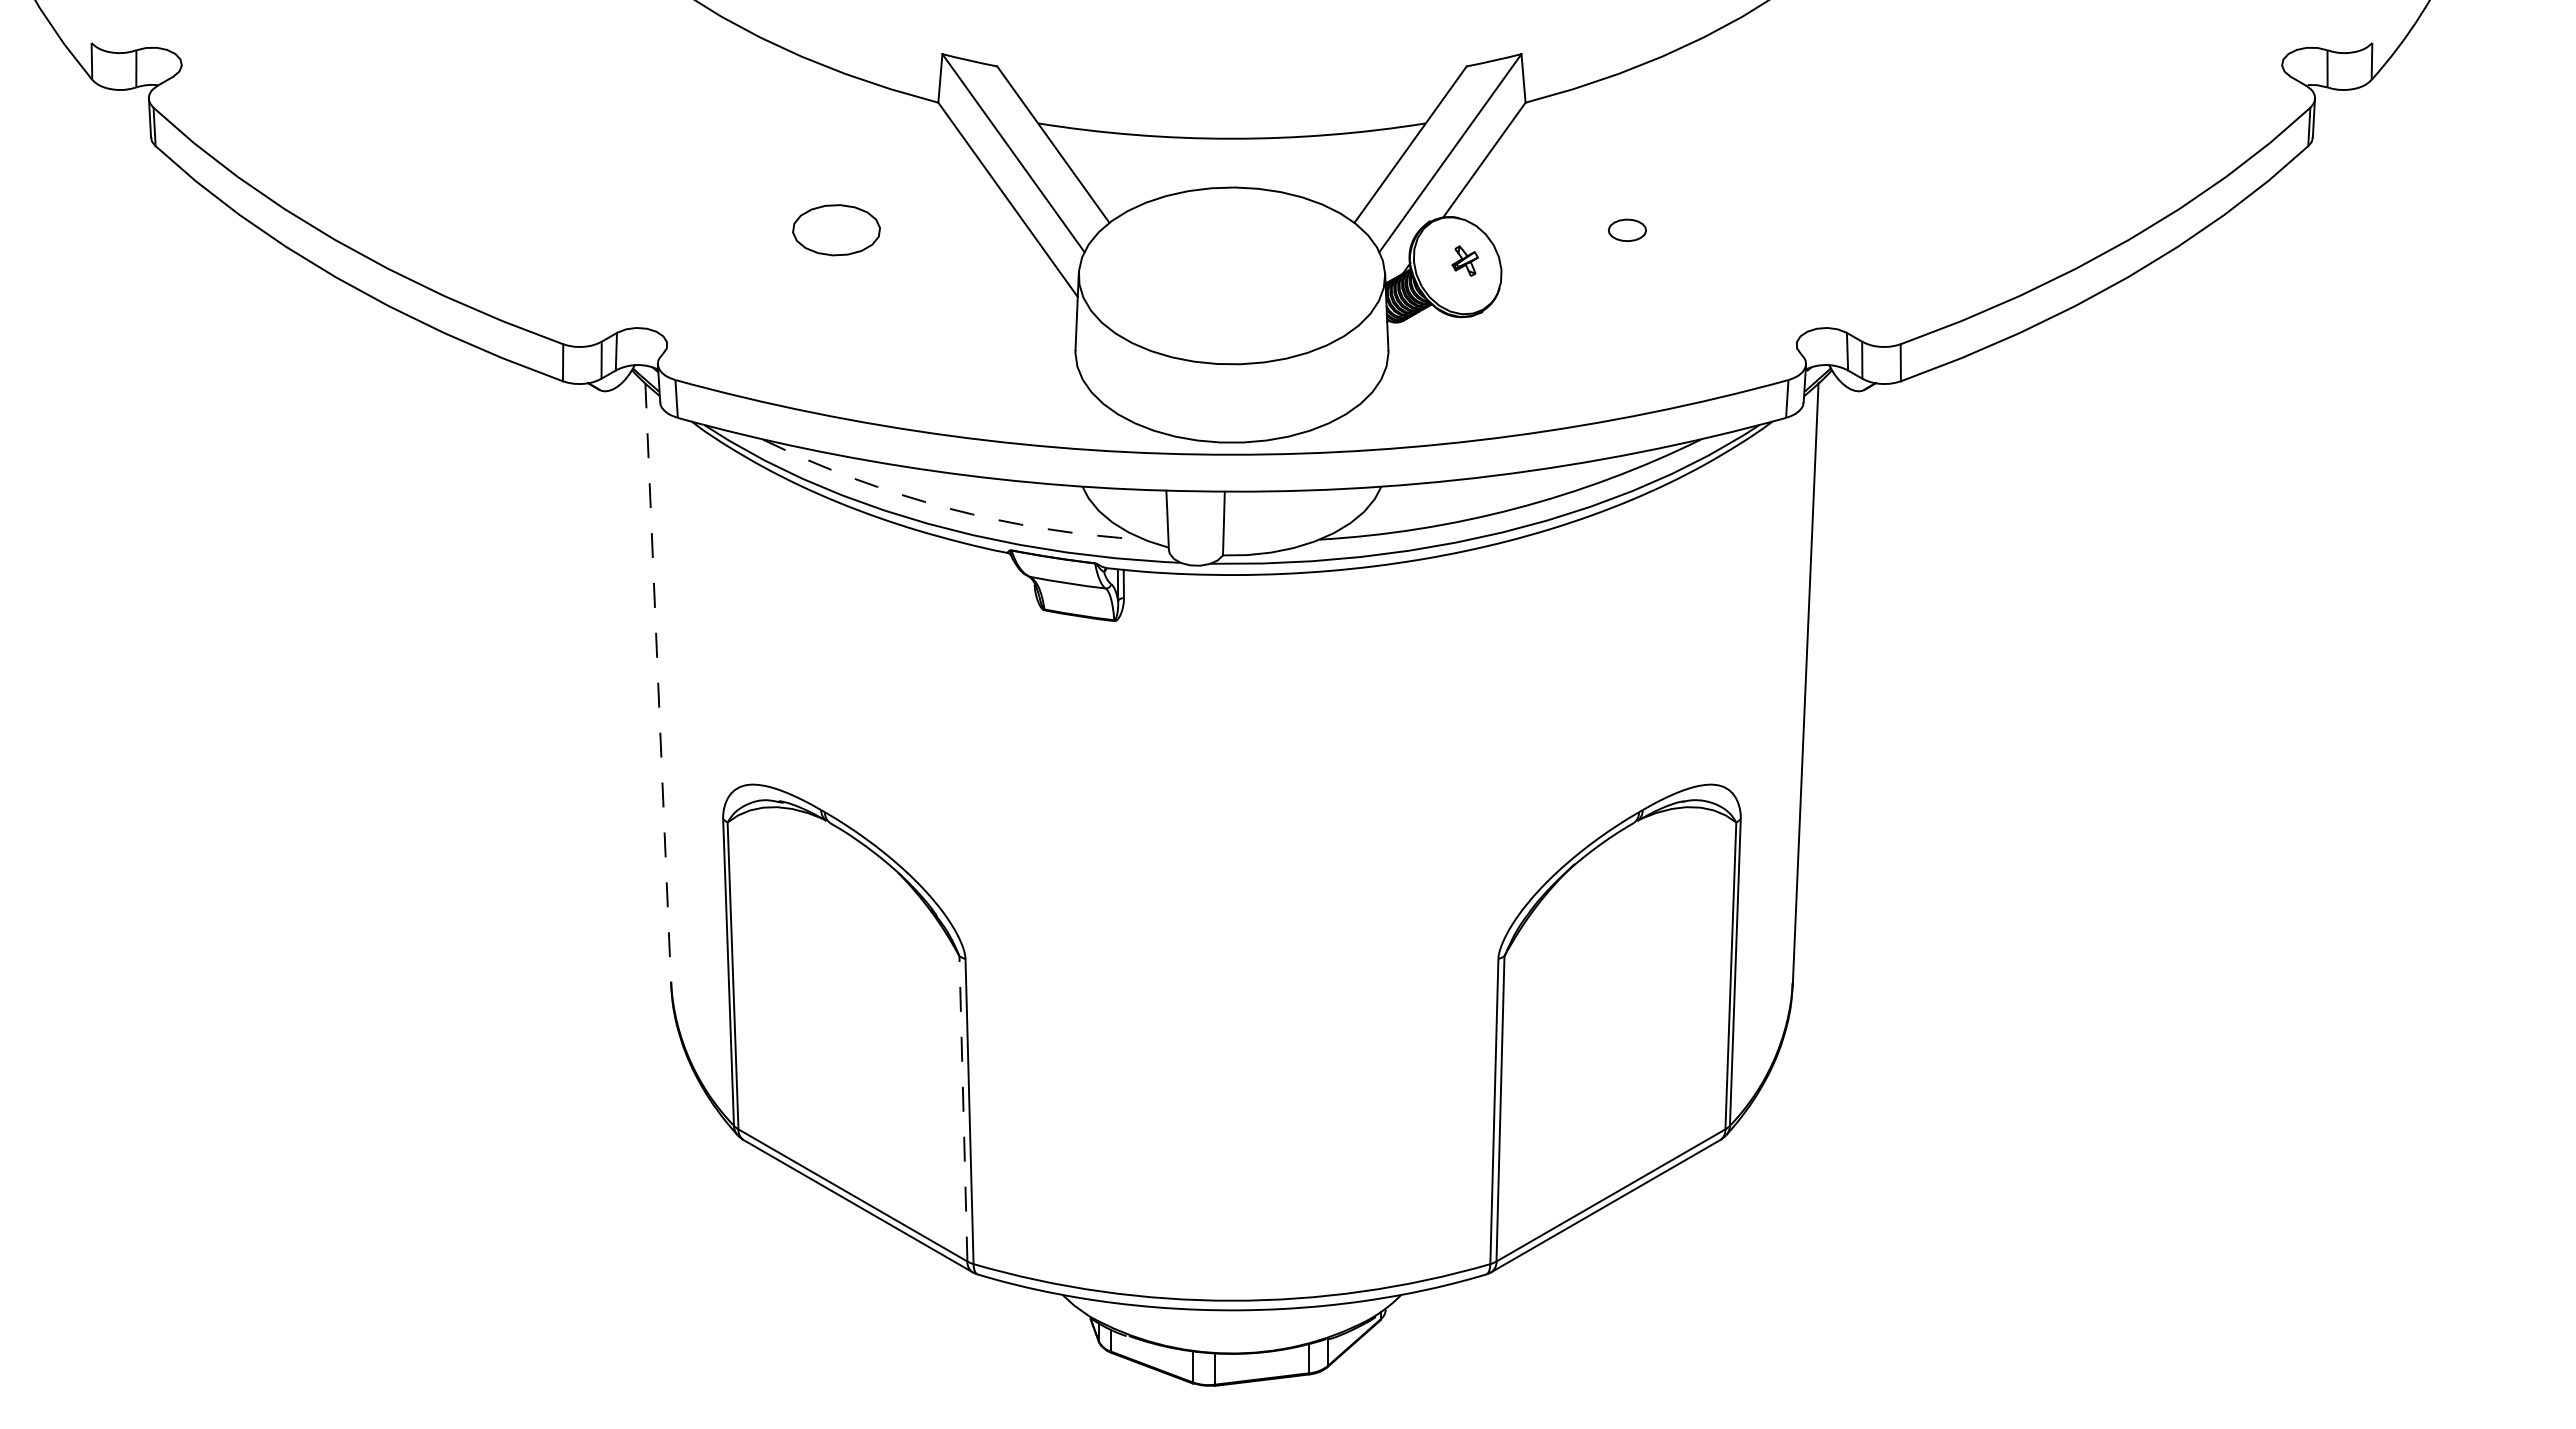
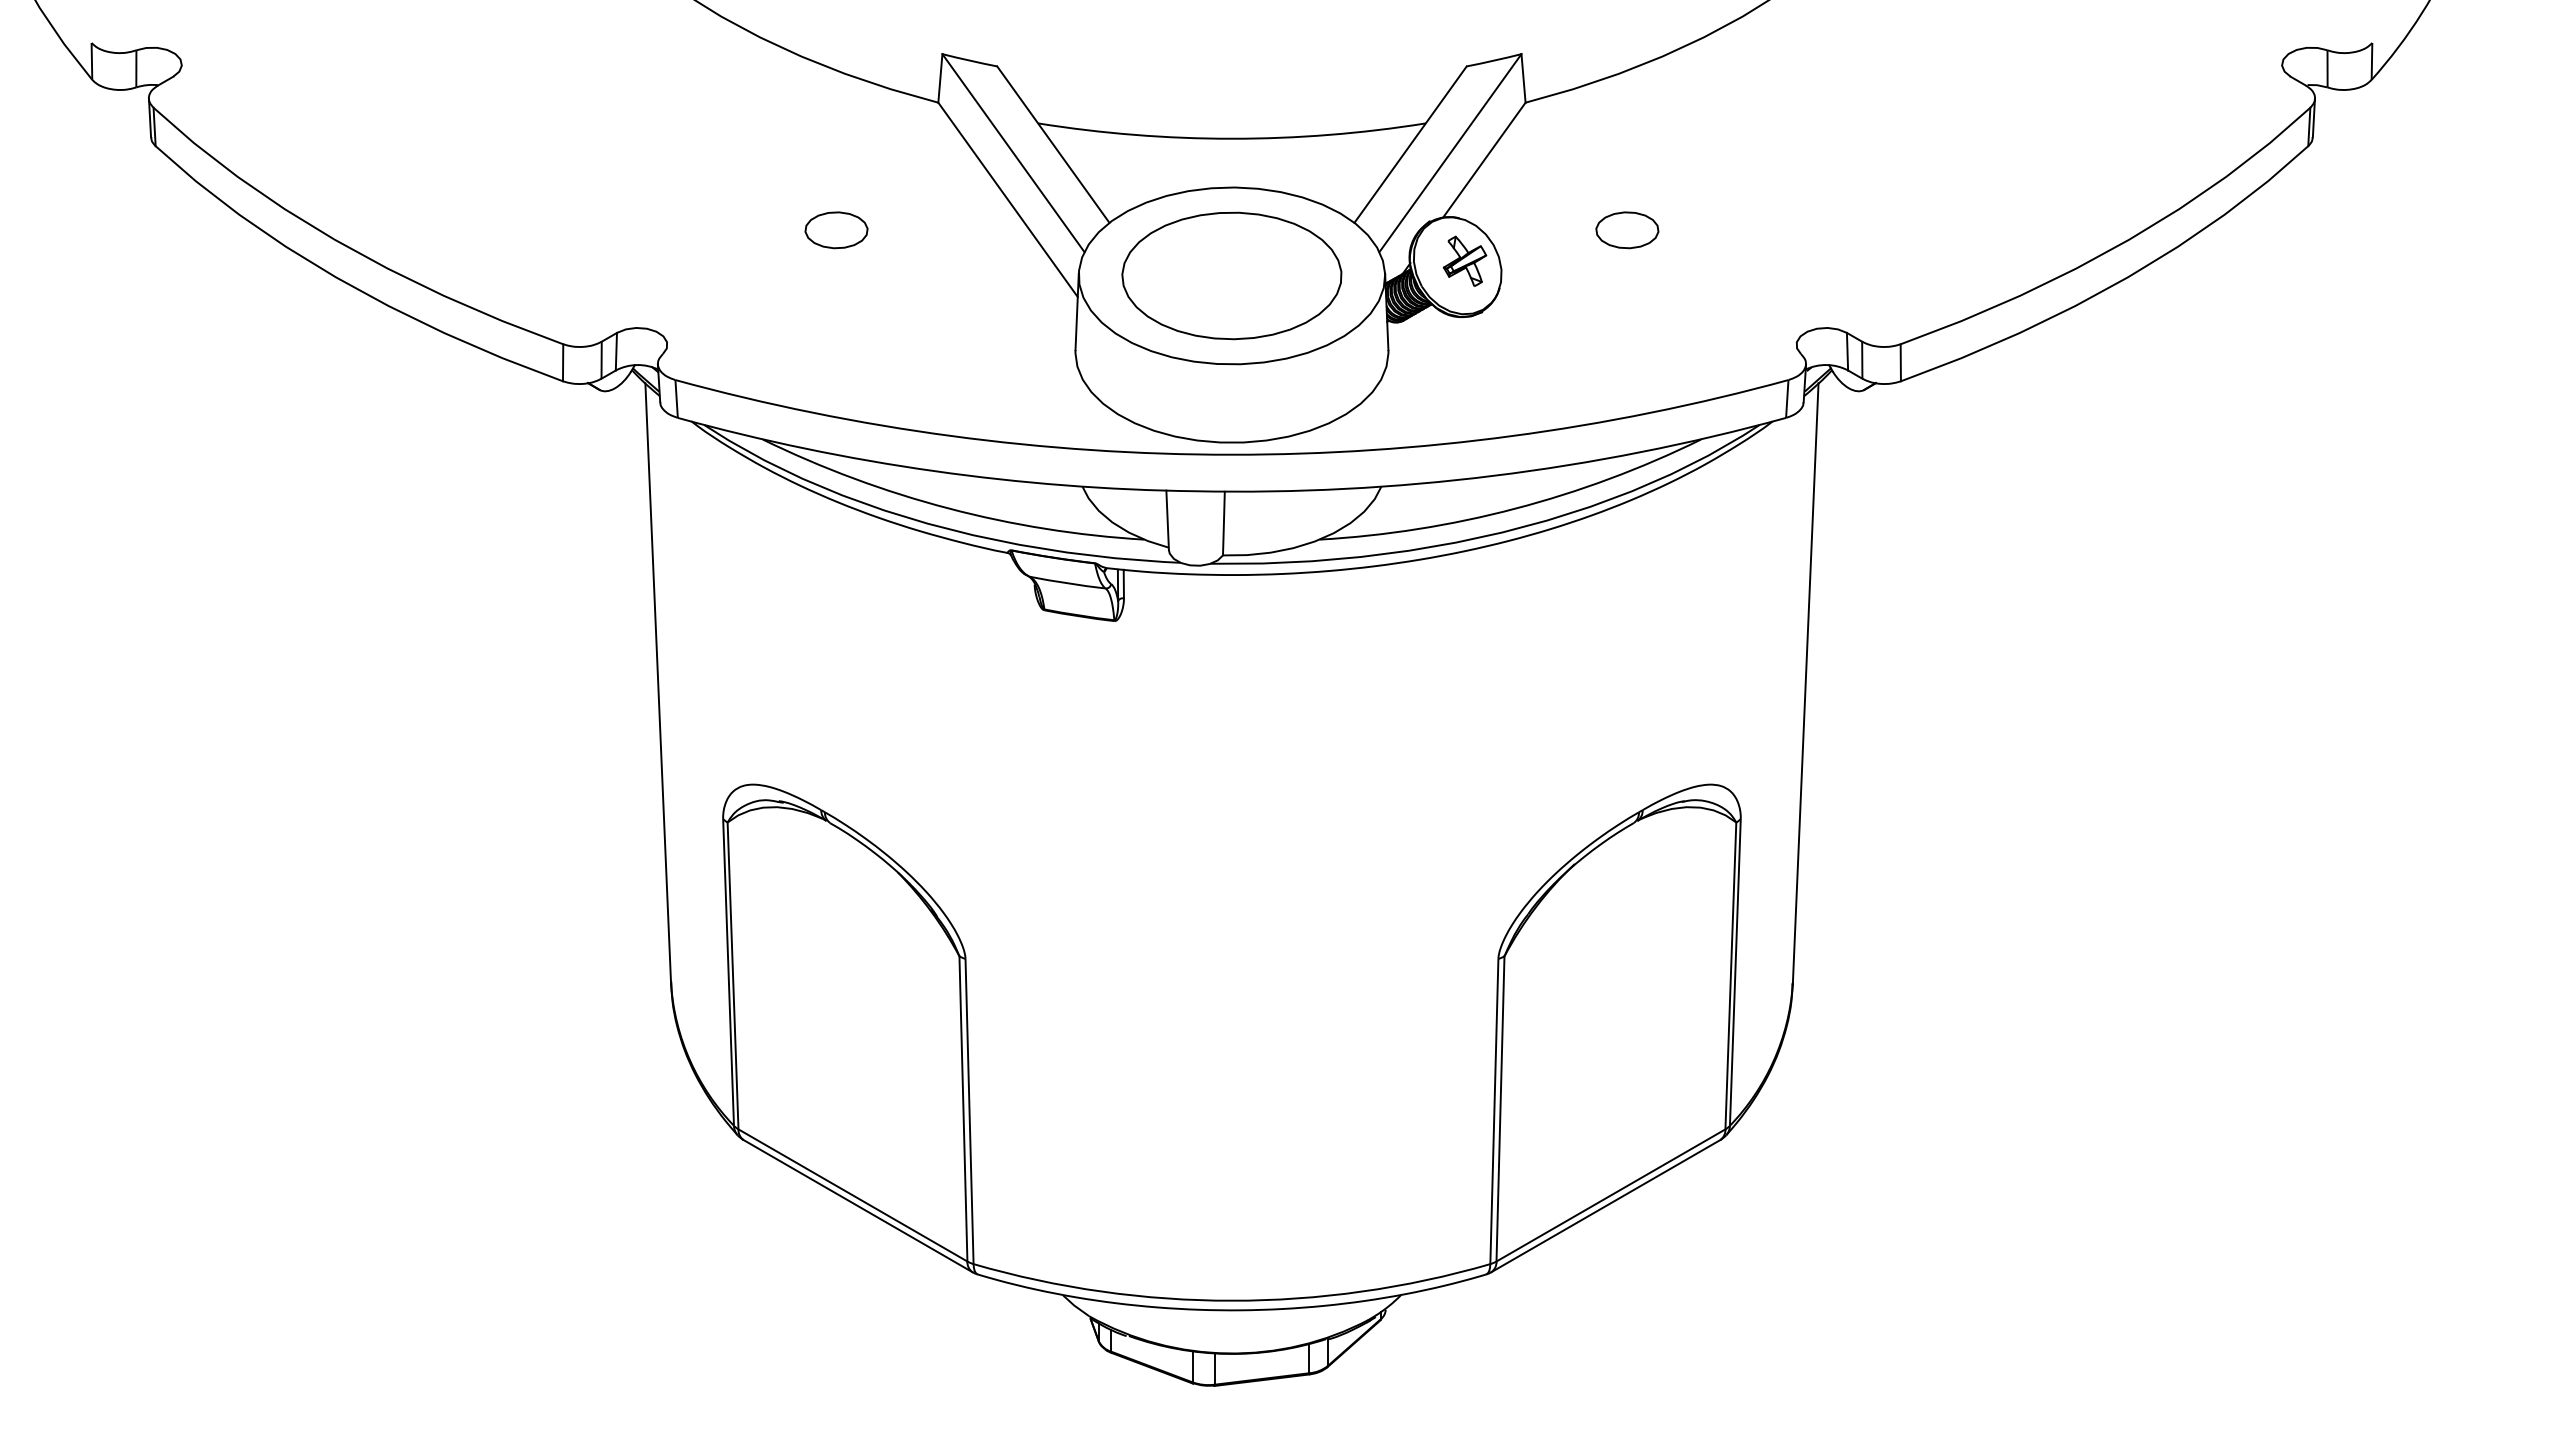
part at (1626, 229) size: 40x24 px -> 65x39 px
part at (836, 230) size: 89x53 px -> 65x39 px
part at (1464, 260) size: 28x32 px -> 45x52 px
part at (1231, 275): none -> present
arc at (948, 508): dashed -> solid
line at (658, 683): dashed -> solid
line at (963, 1108): dashed -> solid
